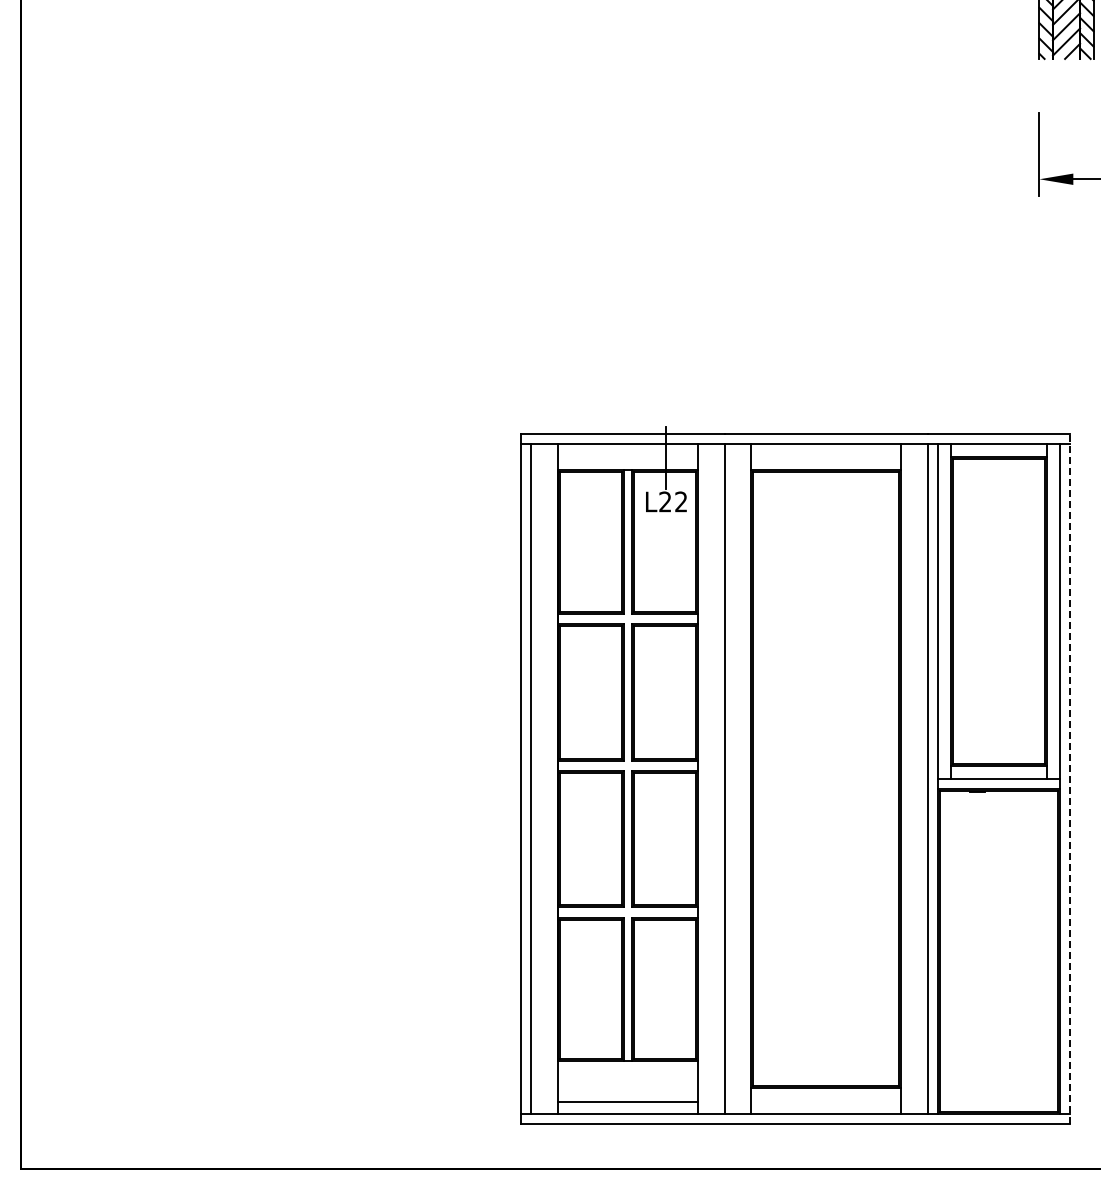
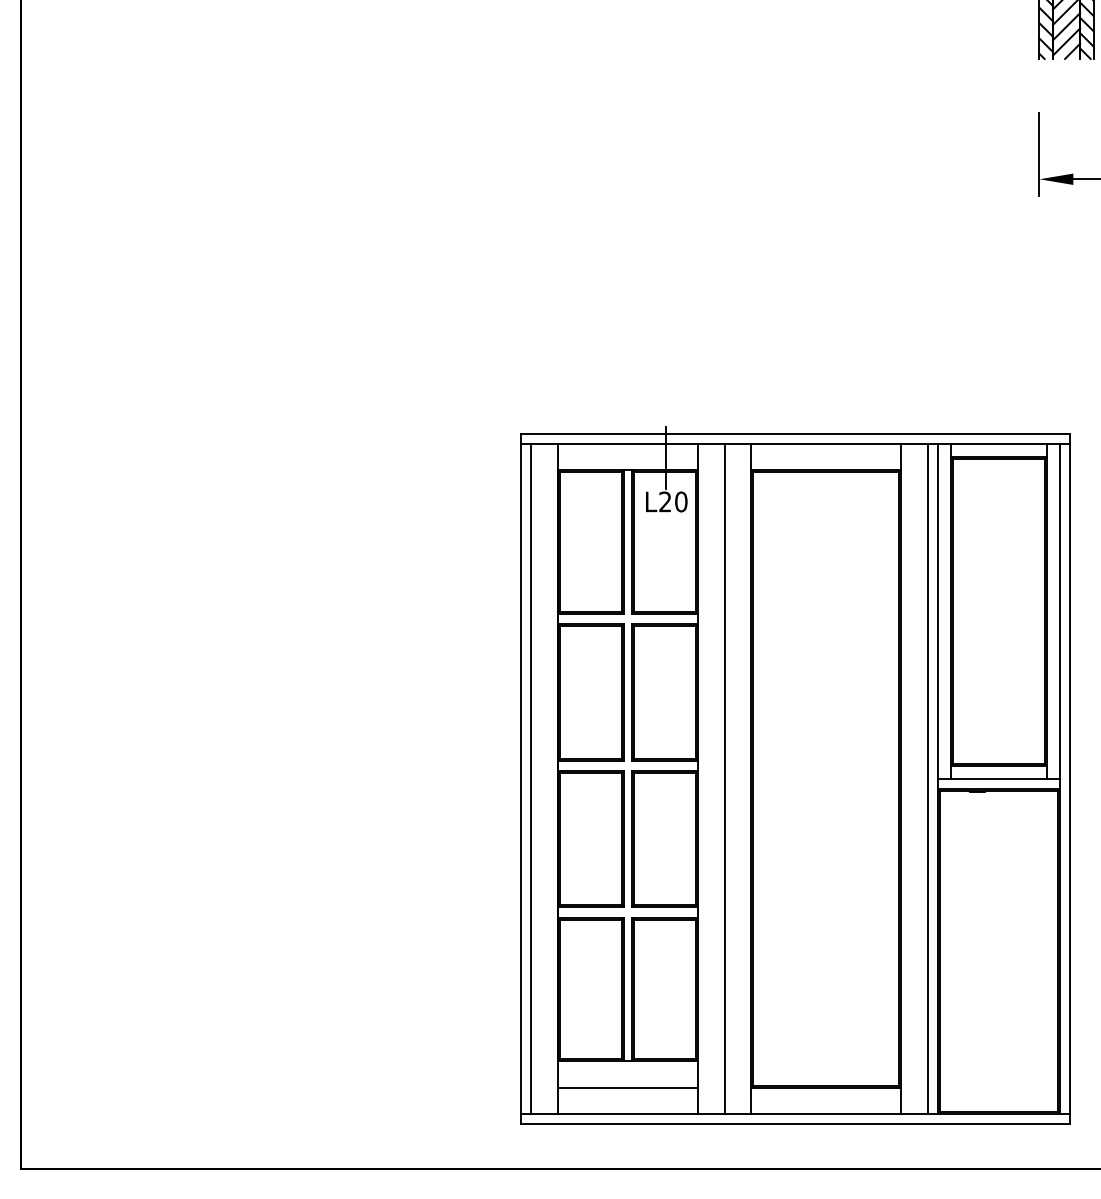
text at (681, 501): L22 -> L20
line at (1069, 778): dashed -> solid
line at (627, 1101) position: (627, 1101) -> (627, 1087)
